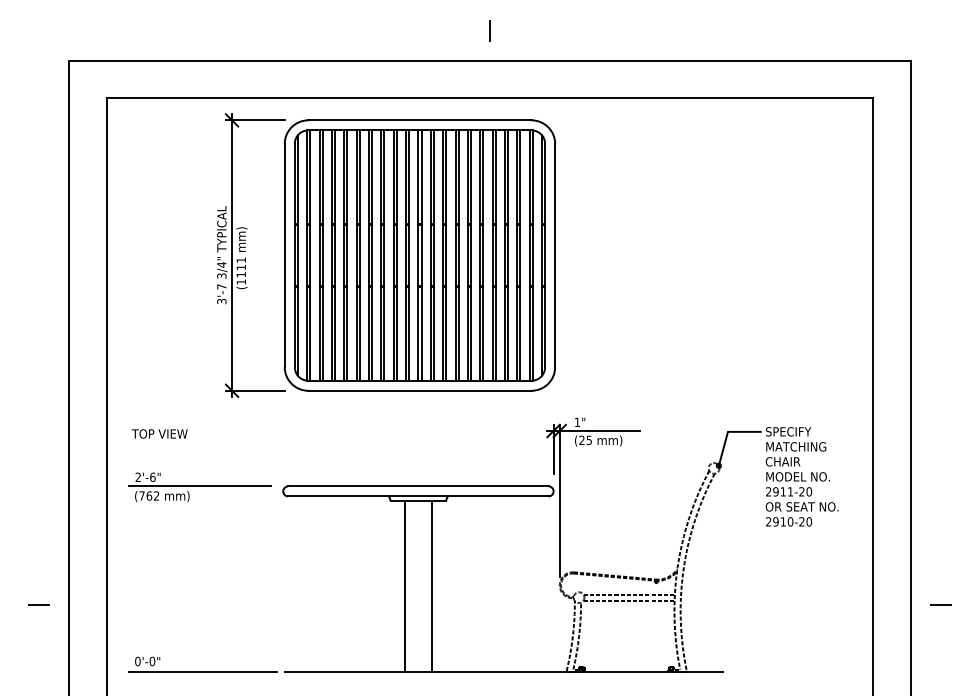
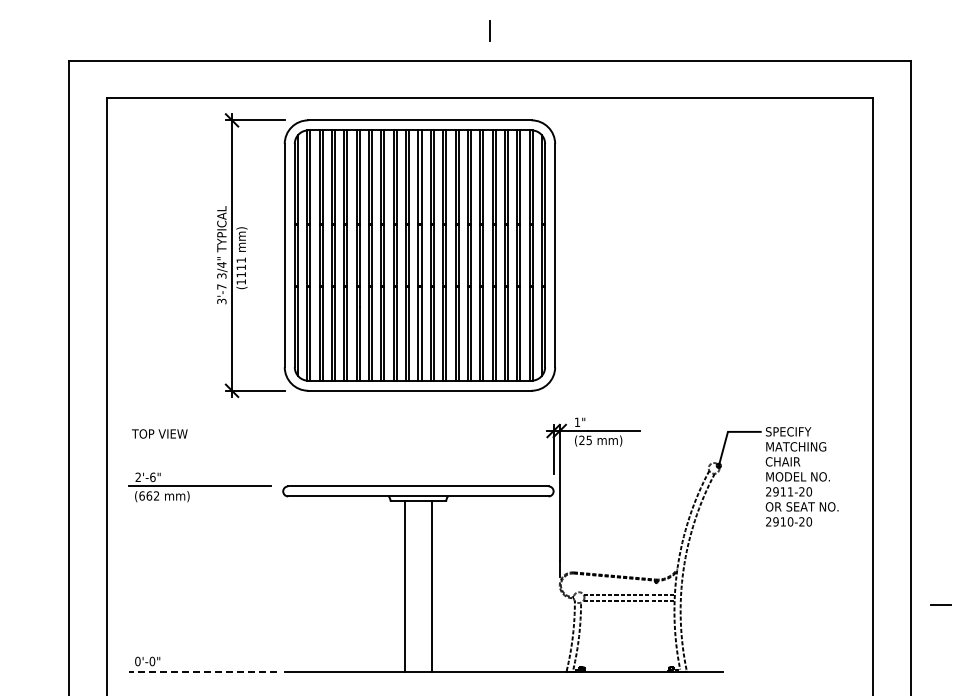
text at (141, 495): (762 -> (662
line at (38, 604): present -> none
line at (202, 671): solid -> dashed
